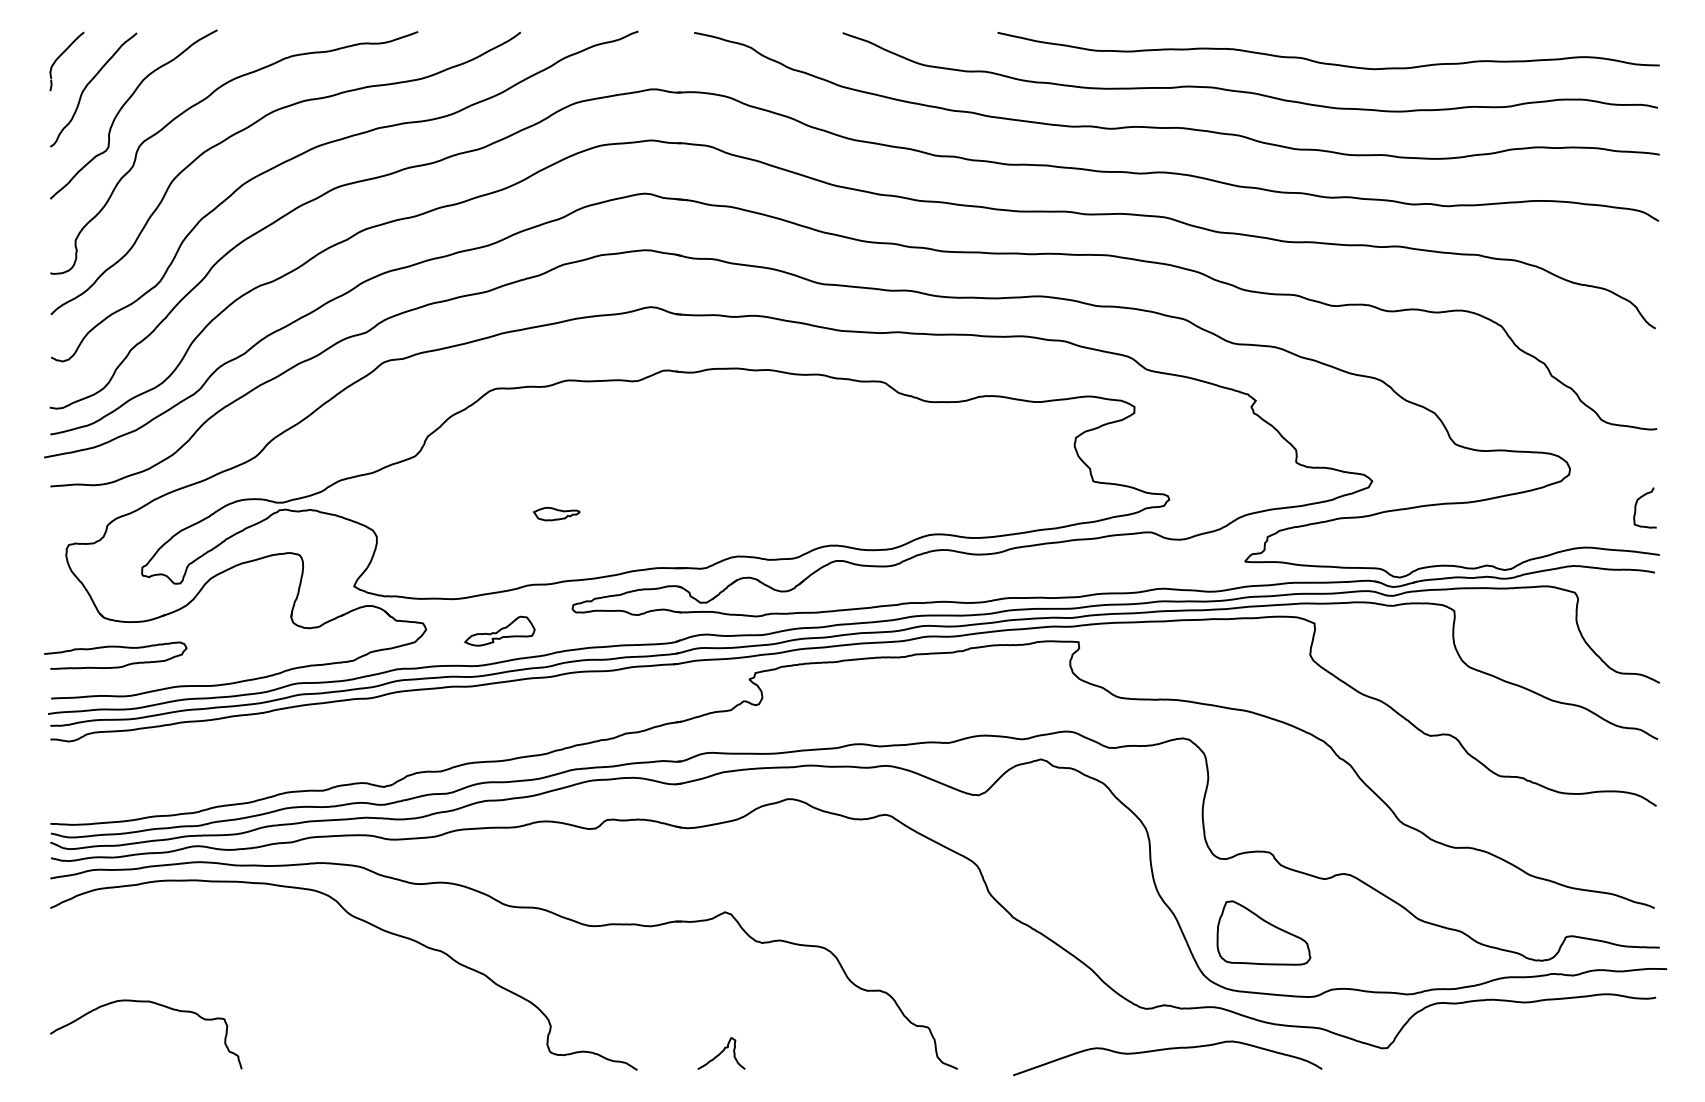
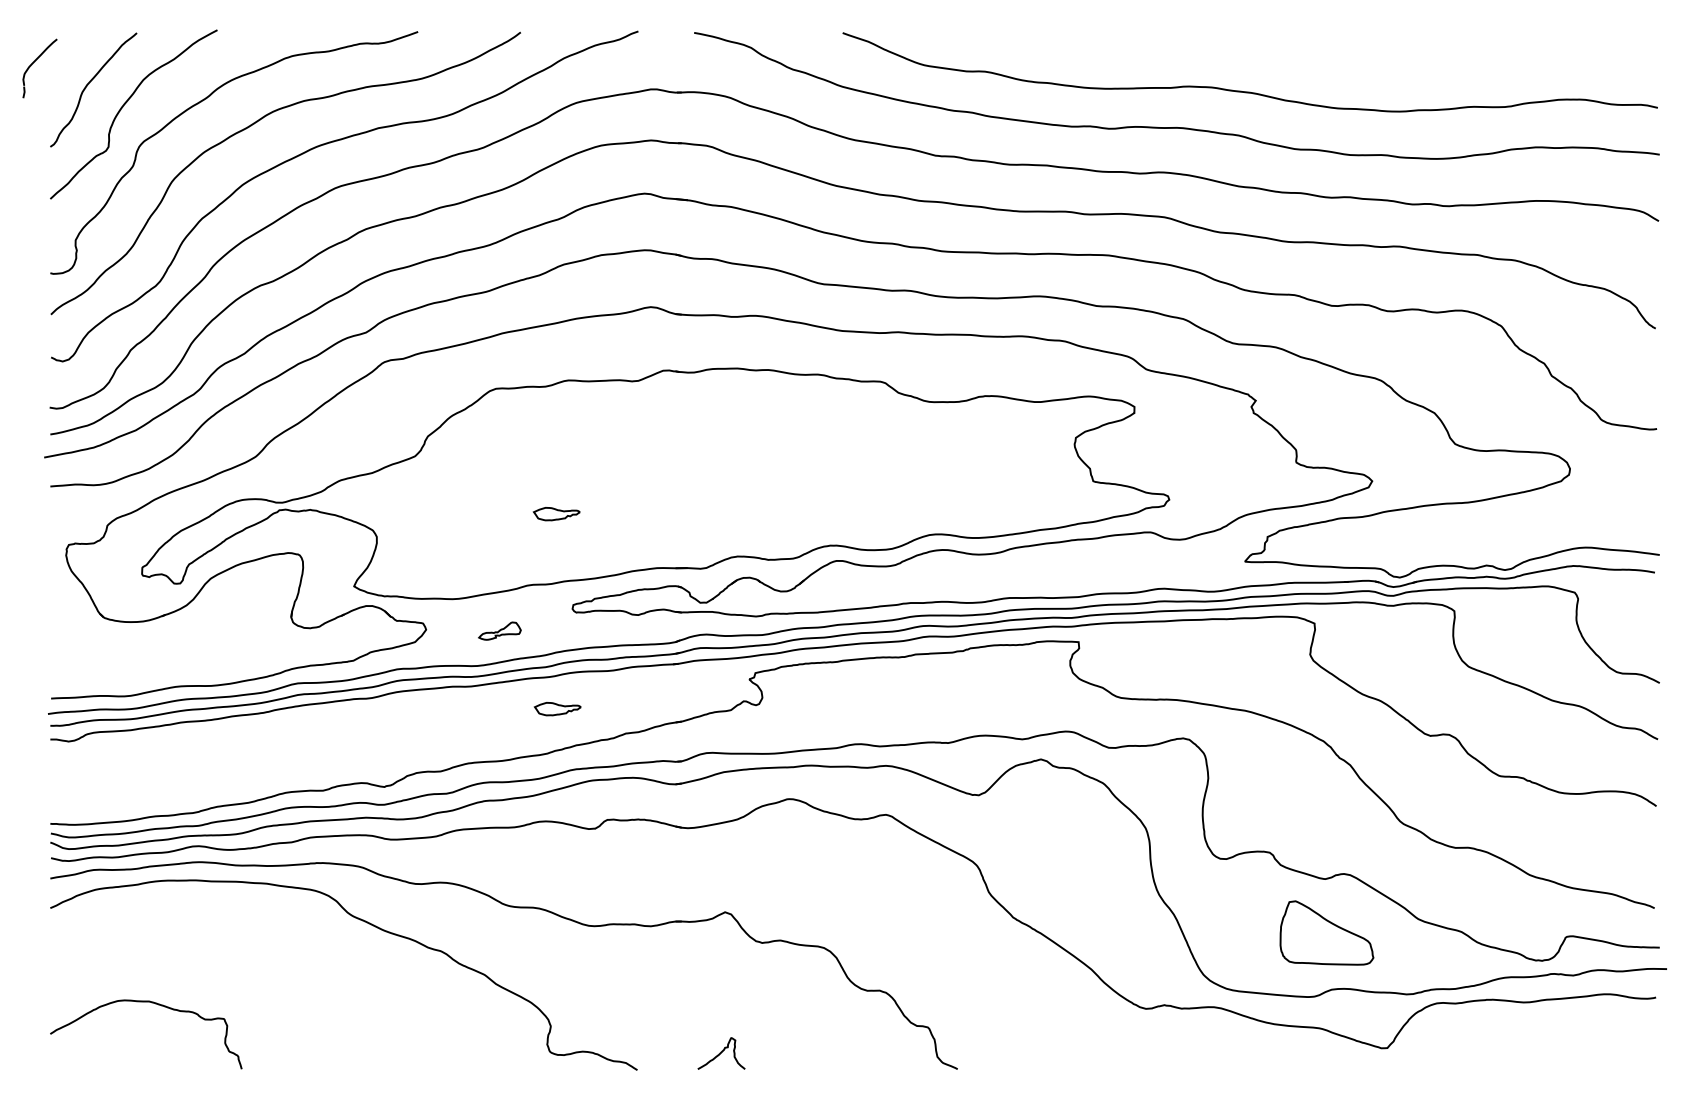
part at (61, 55) position: (61, 55) -> (34, 62)
curve at (1326, 62): present -> none
curve at (1636, 507): present -> none
part at (499, 630) size: 72x32 px -> 44x20 px
curve at (115, 647): present -> none
part at (557, 709): none -> present
part at (1263, 932) position: (1263, 932) -> (1326, 932)
curve at (1165, 1050): present -> none
